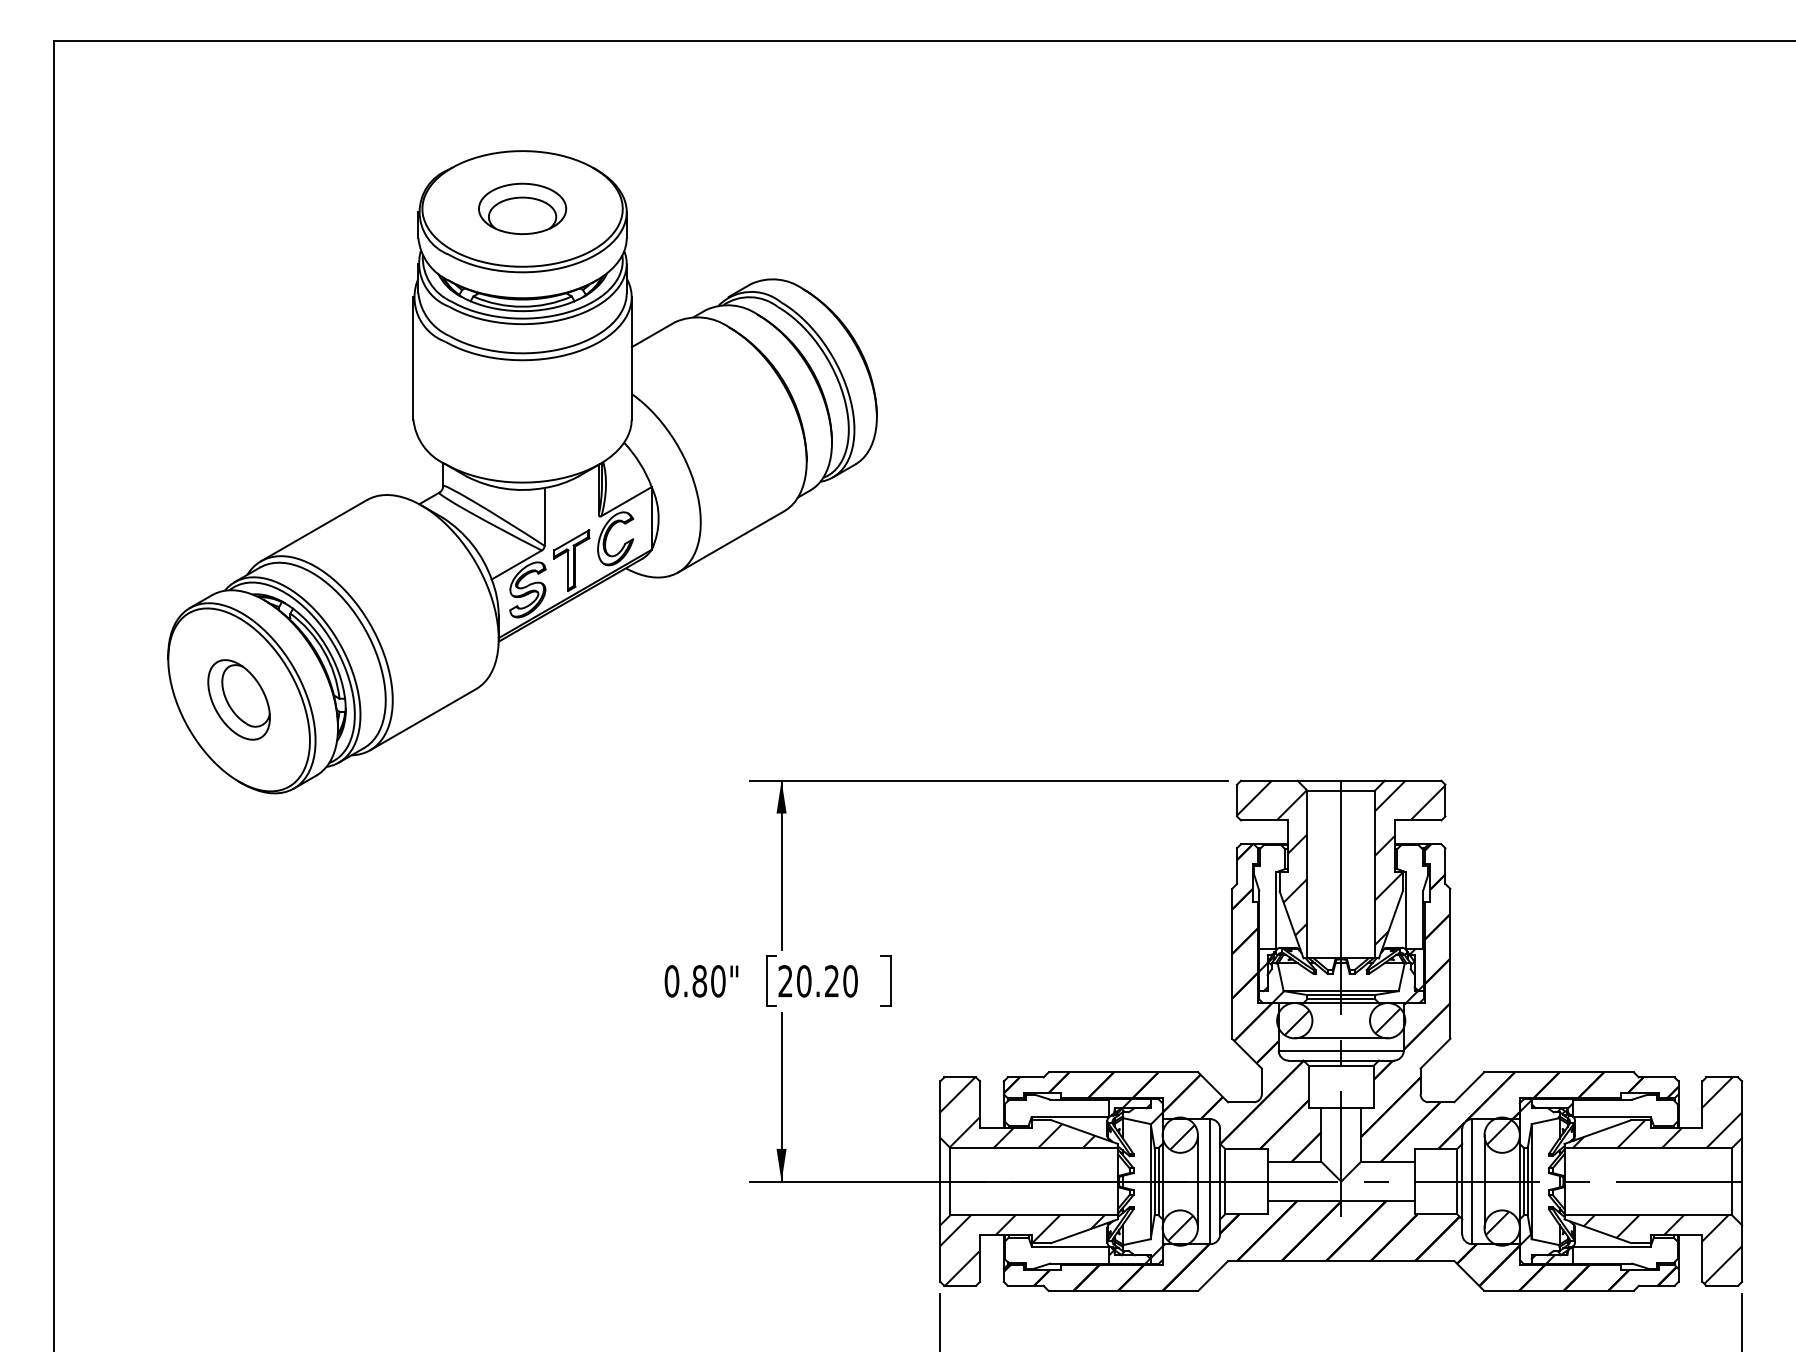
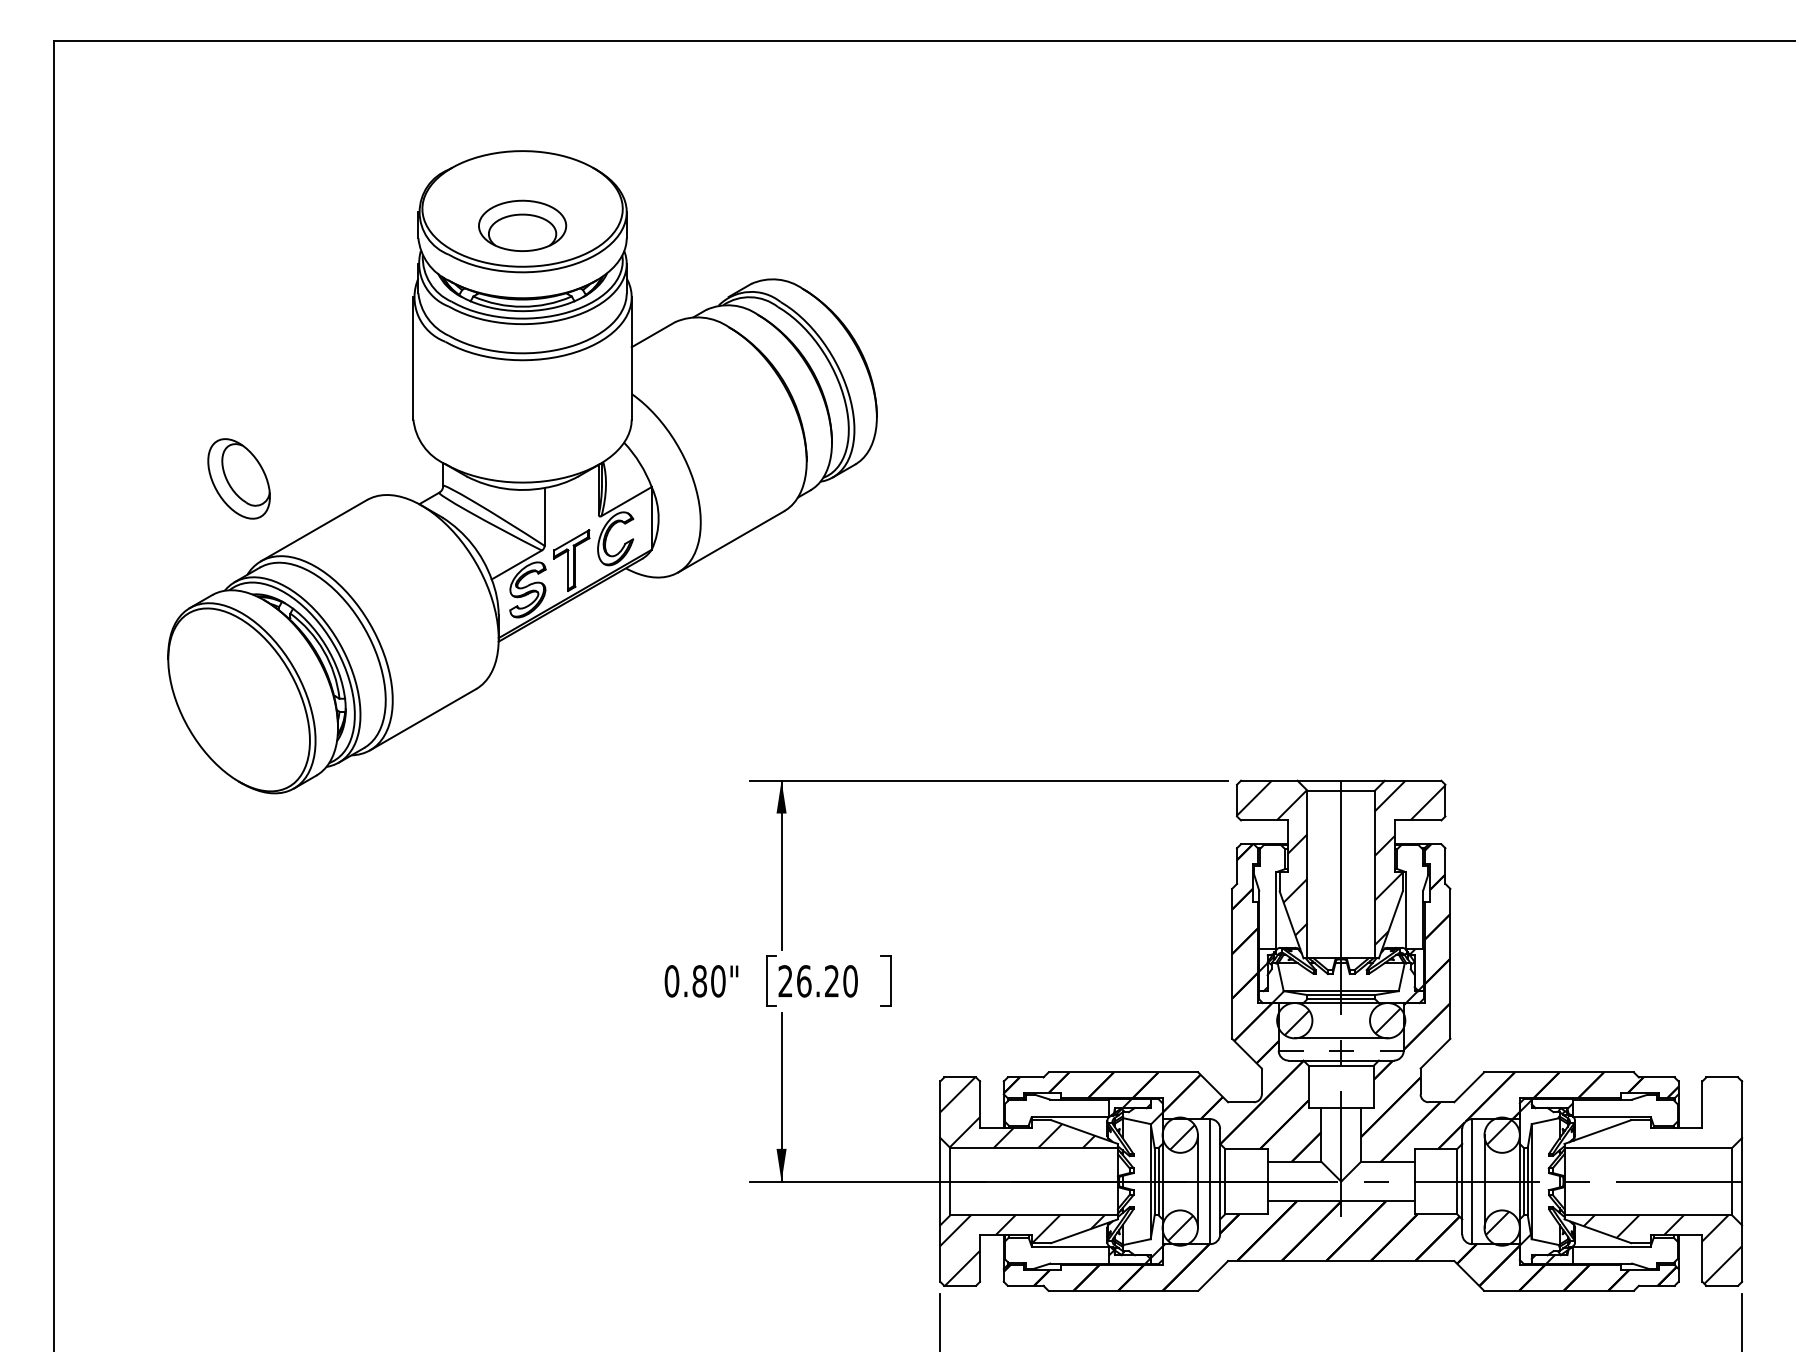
part at (522, 208) position: (522, 208) -> (522, 225)
part at (238, 699) position: (238, 699) -> (238, 478)
text at (804, 981): 20.20 -> 26.20
line at (1341, 1050): solid -> dashed
hatch at (1657, 1112): present -> none
